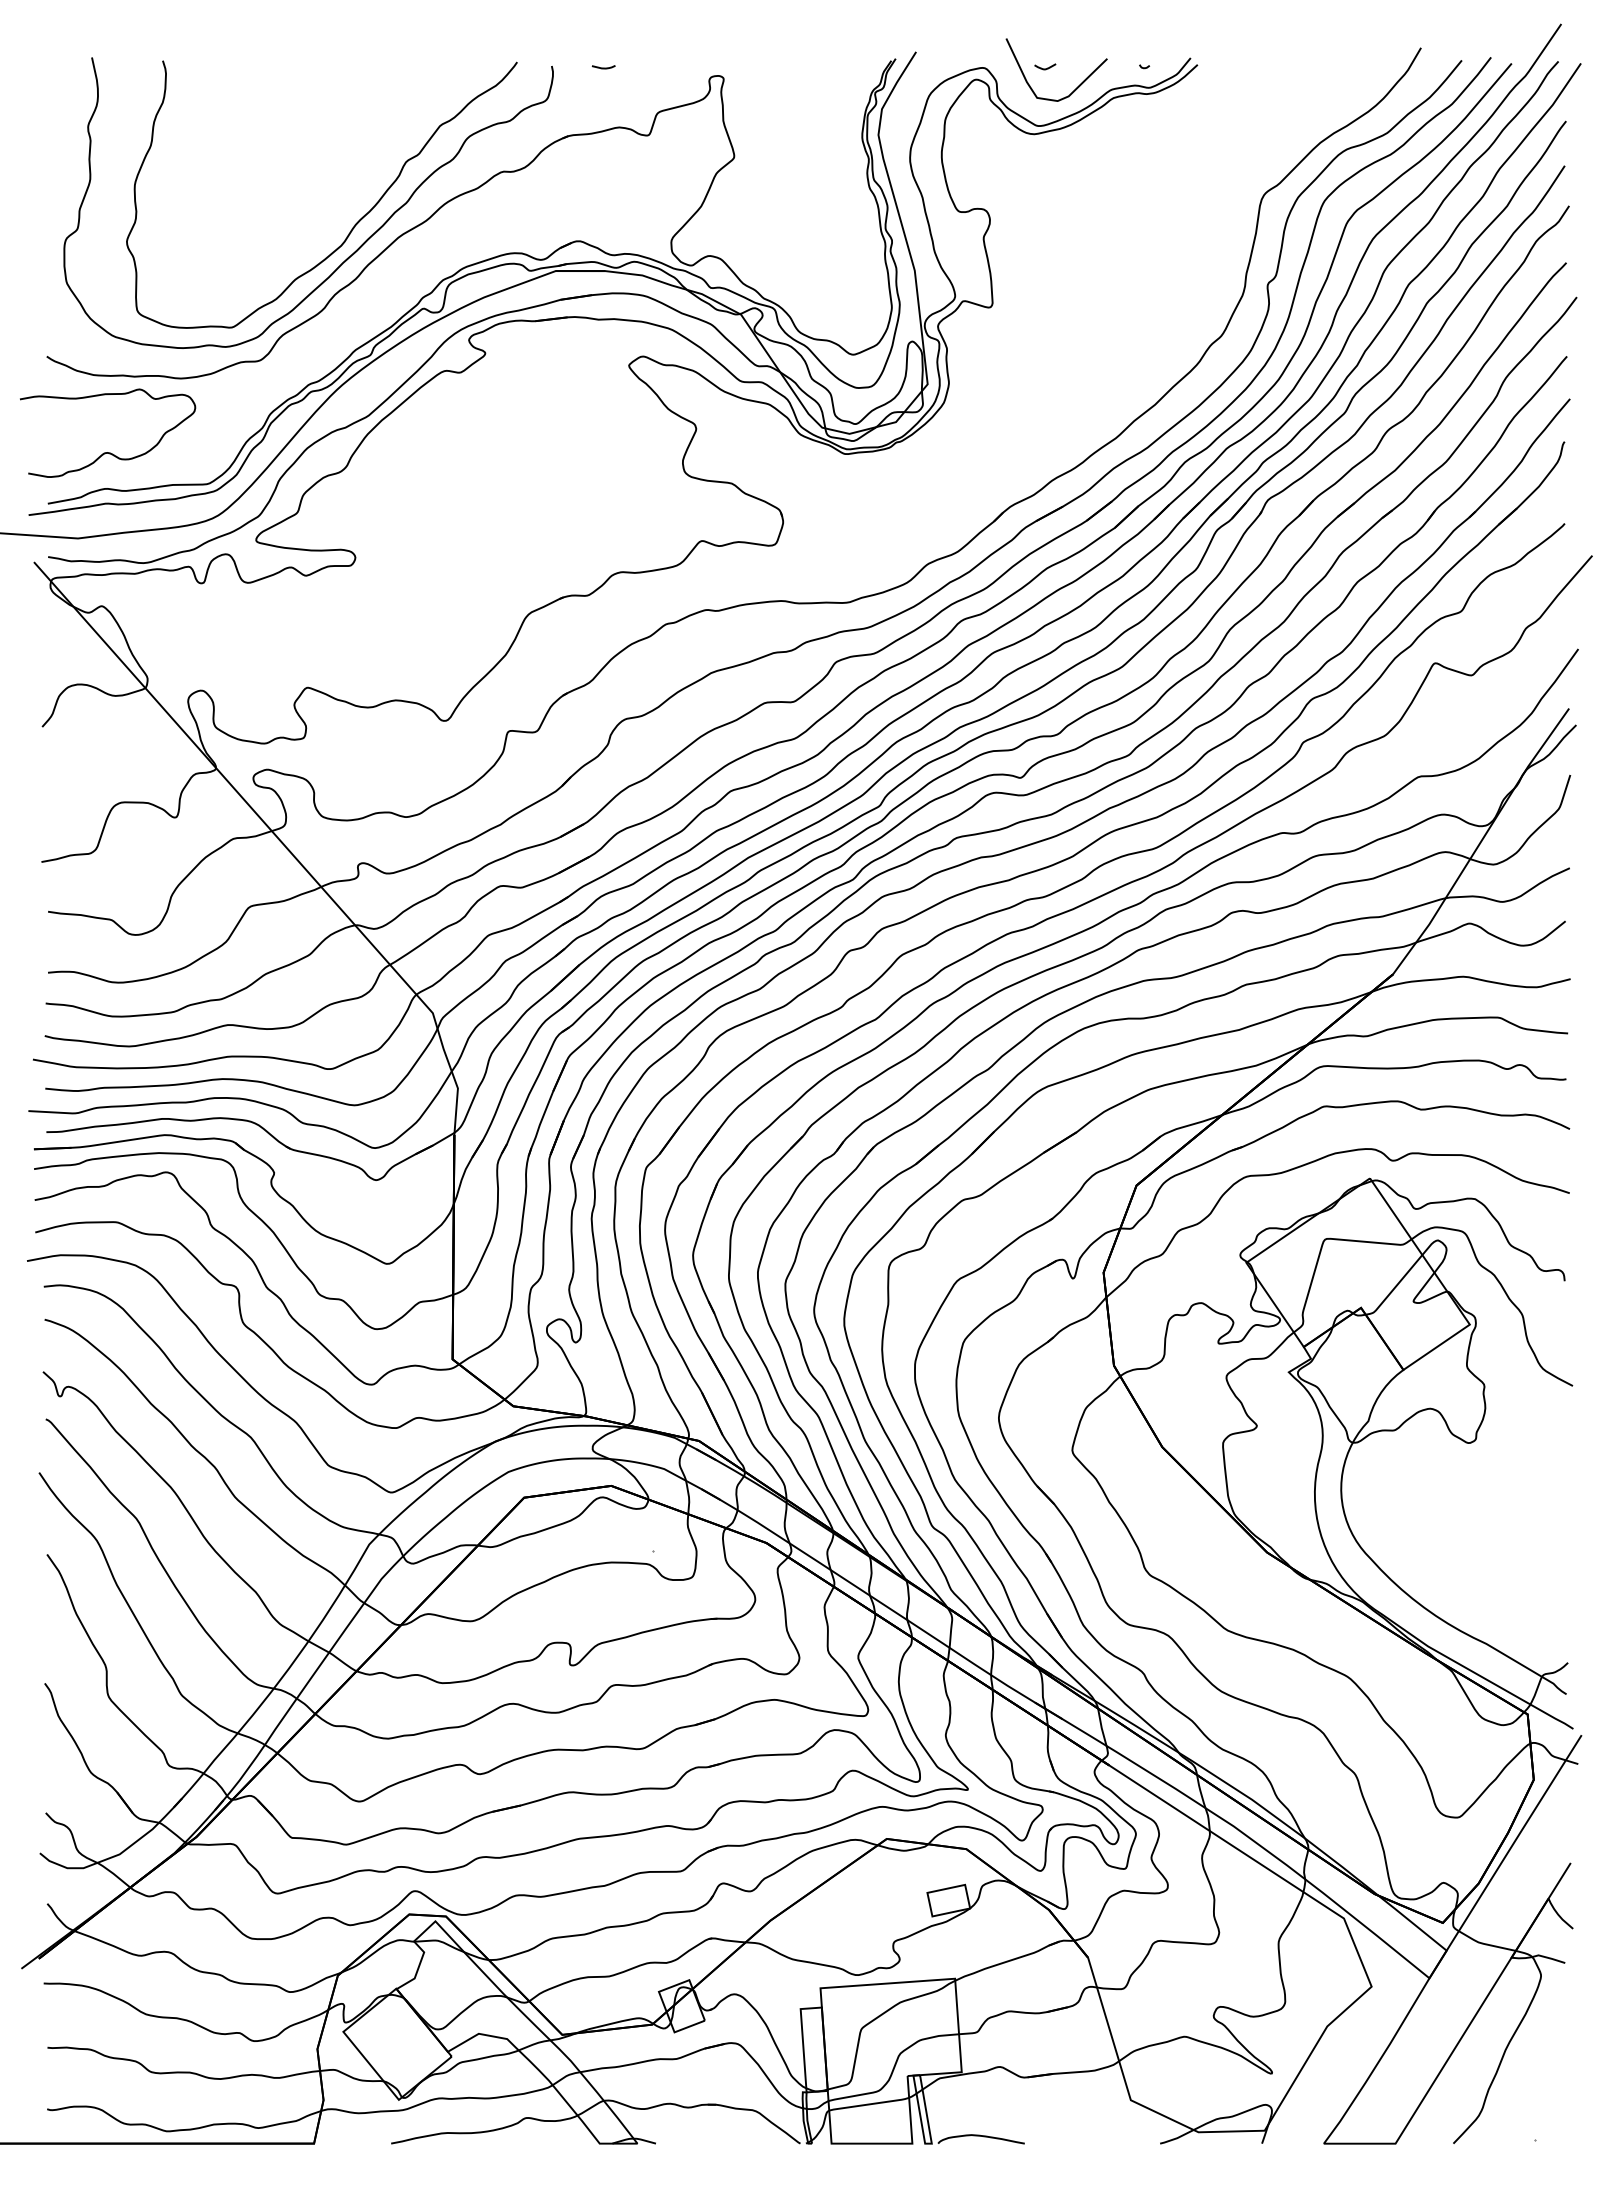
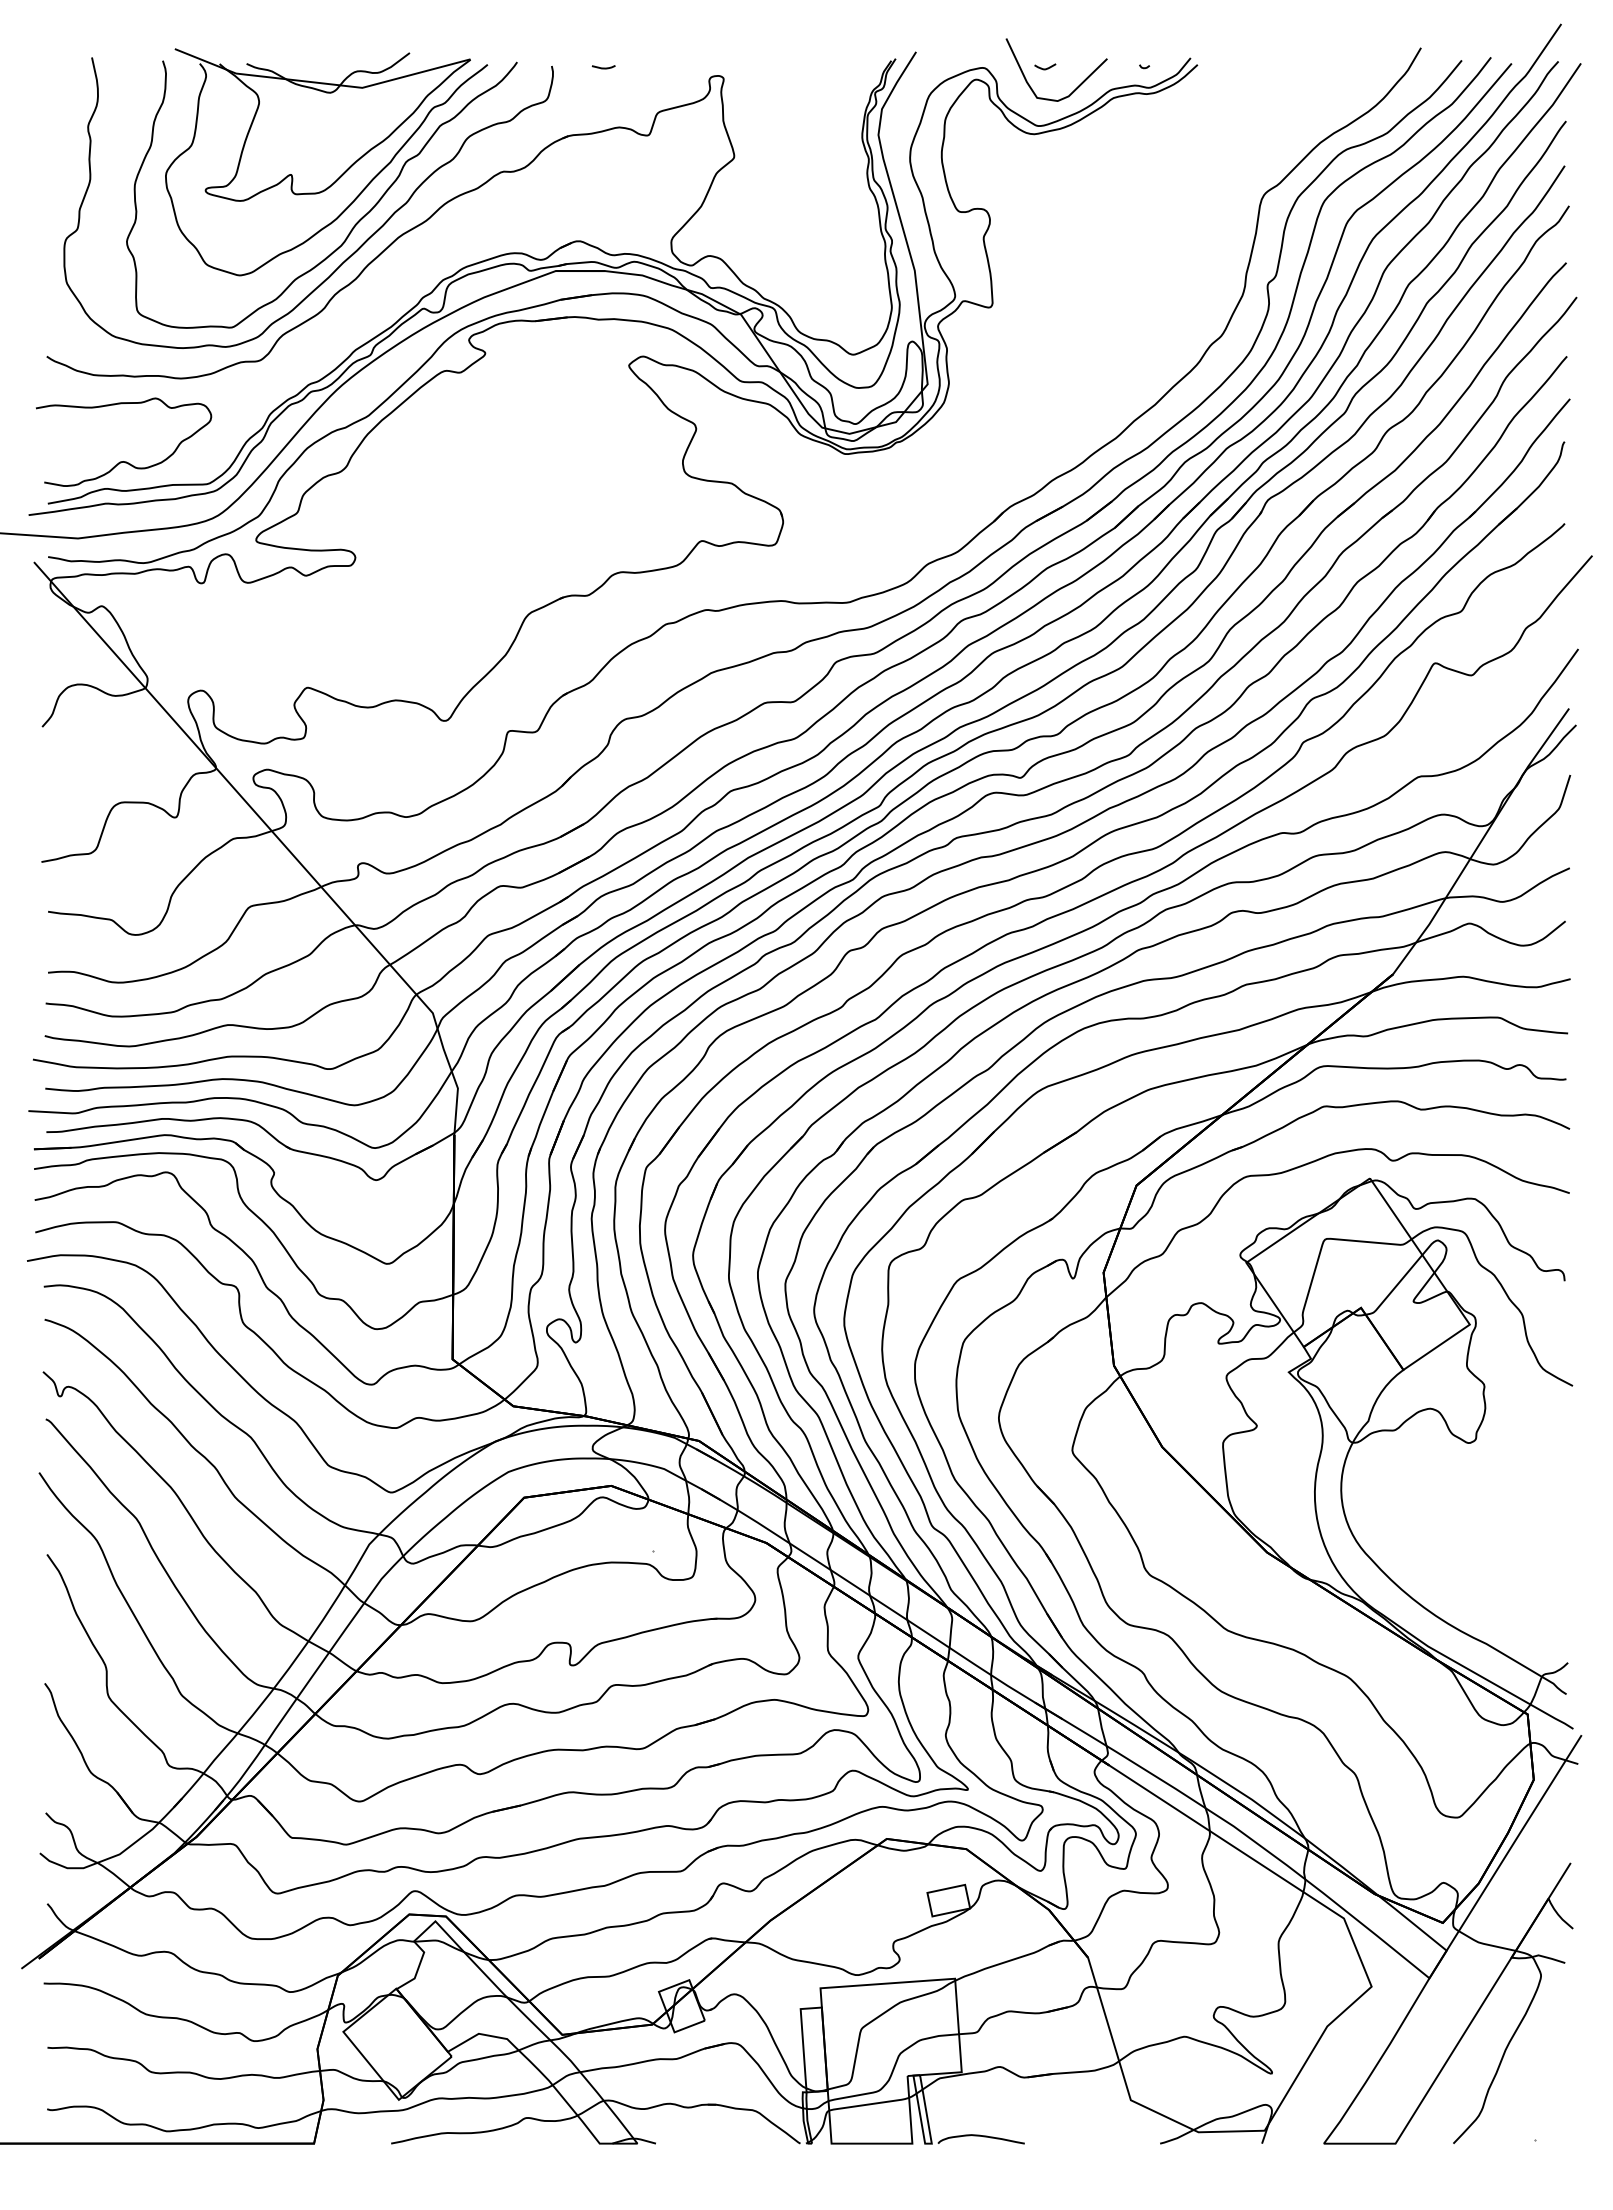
part at (326, 162): none -> present
curve at (108, 452) position: (108, 452) -> (124, 461)
